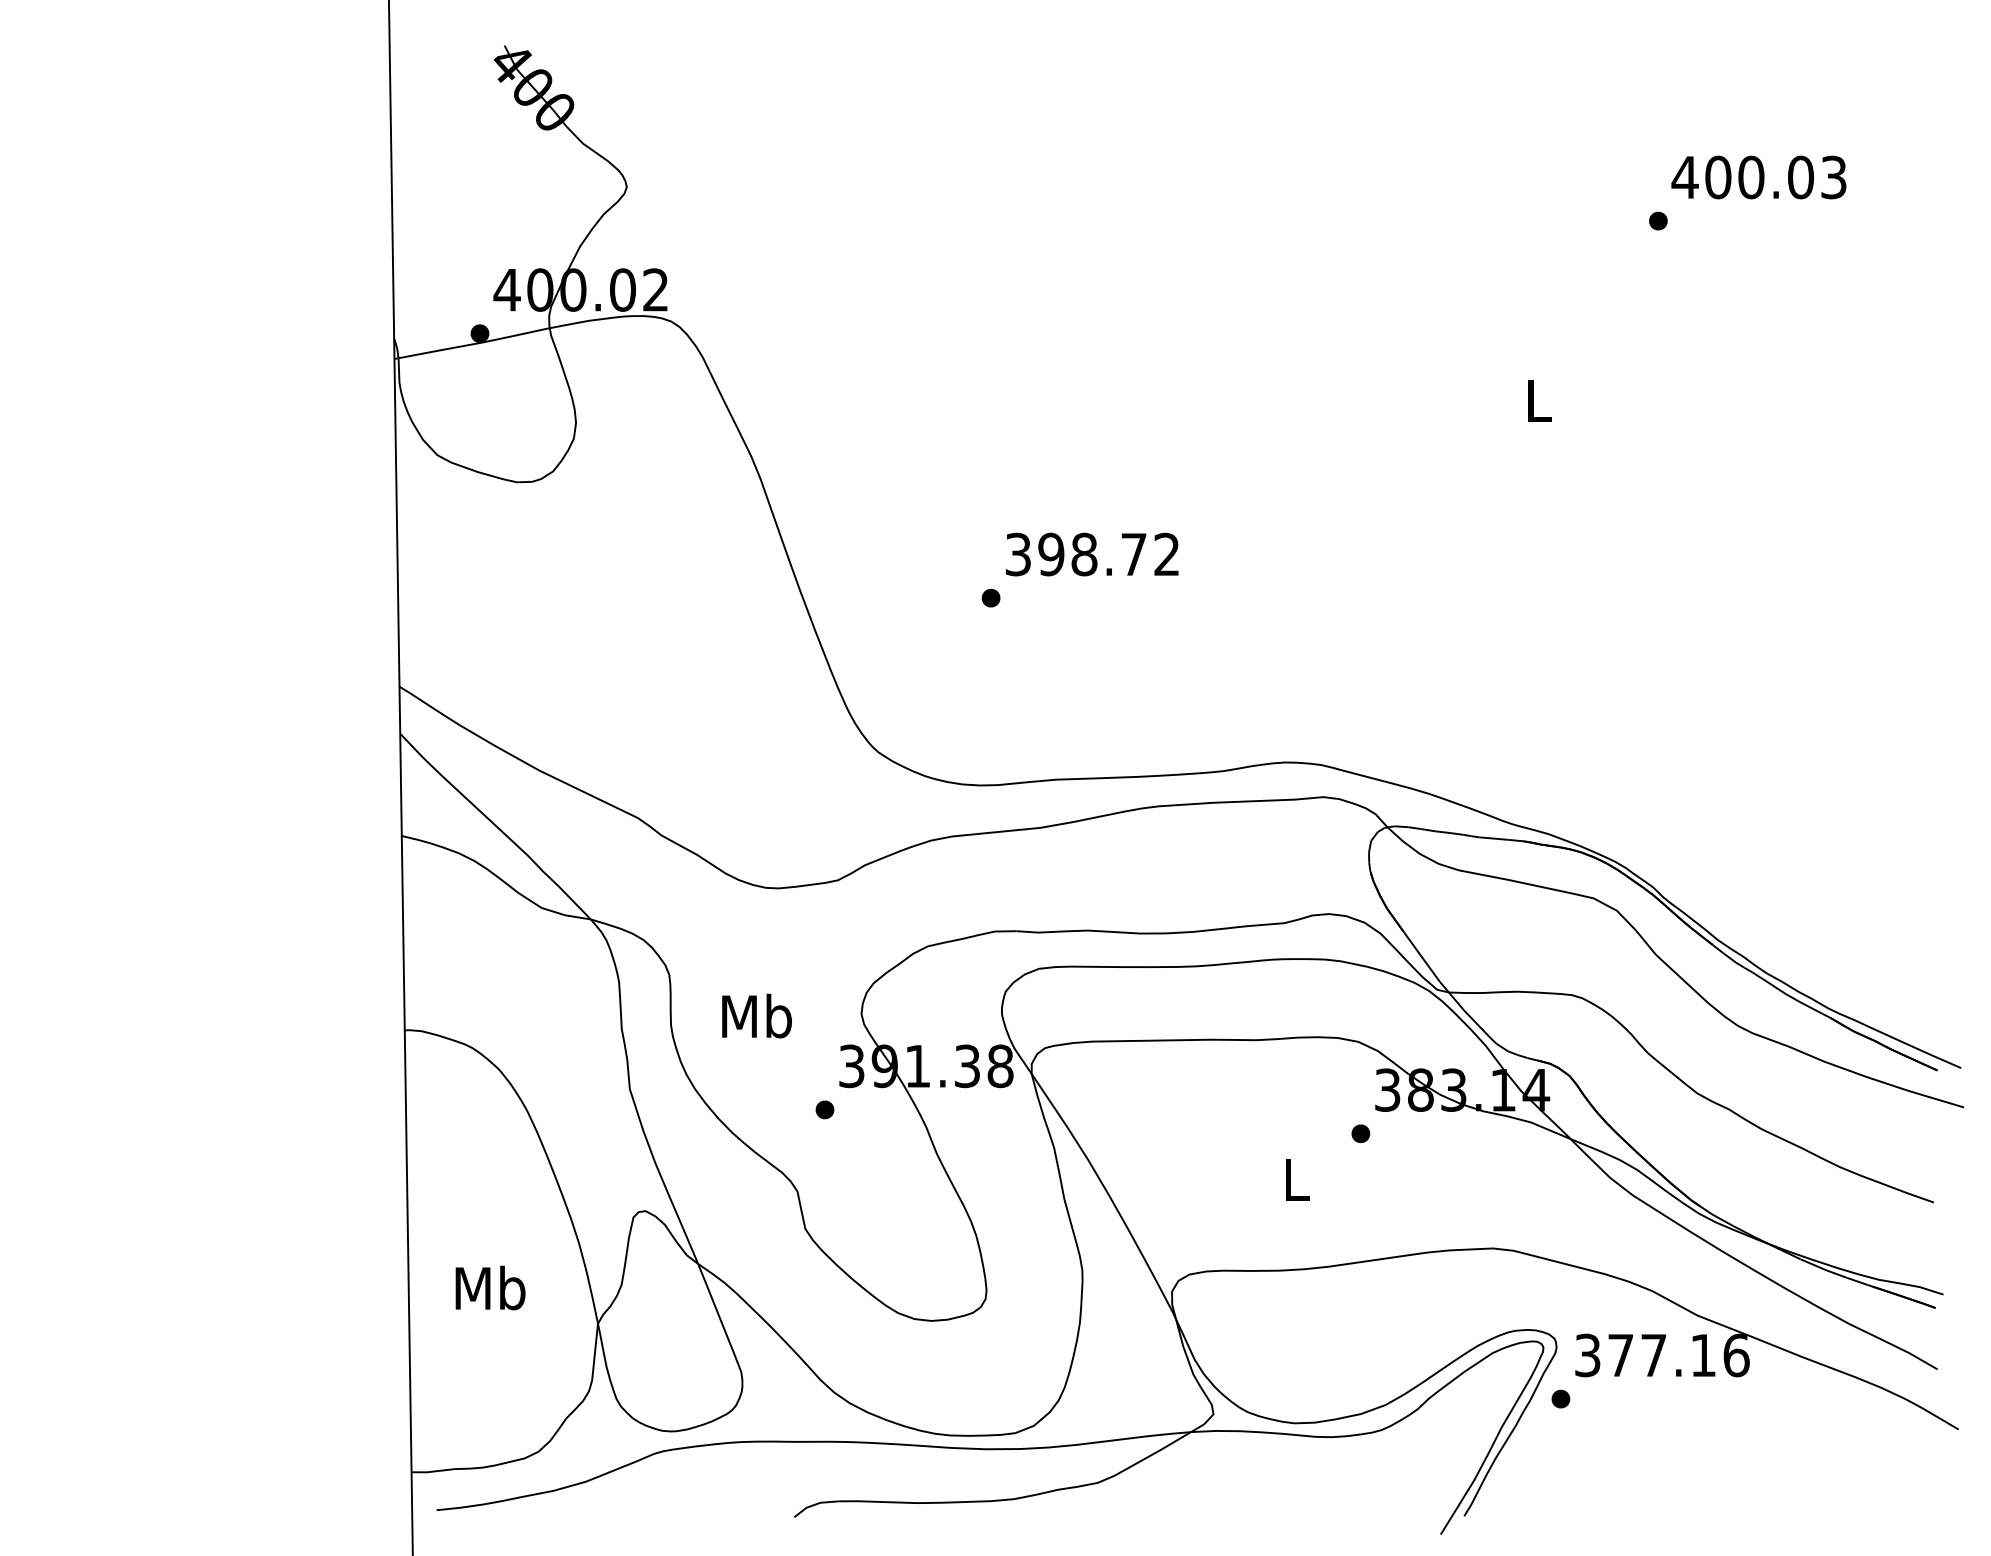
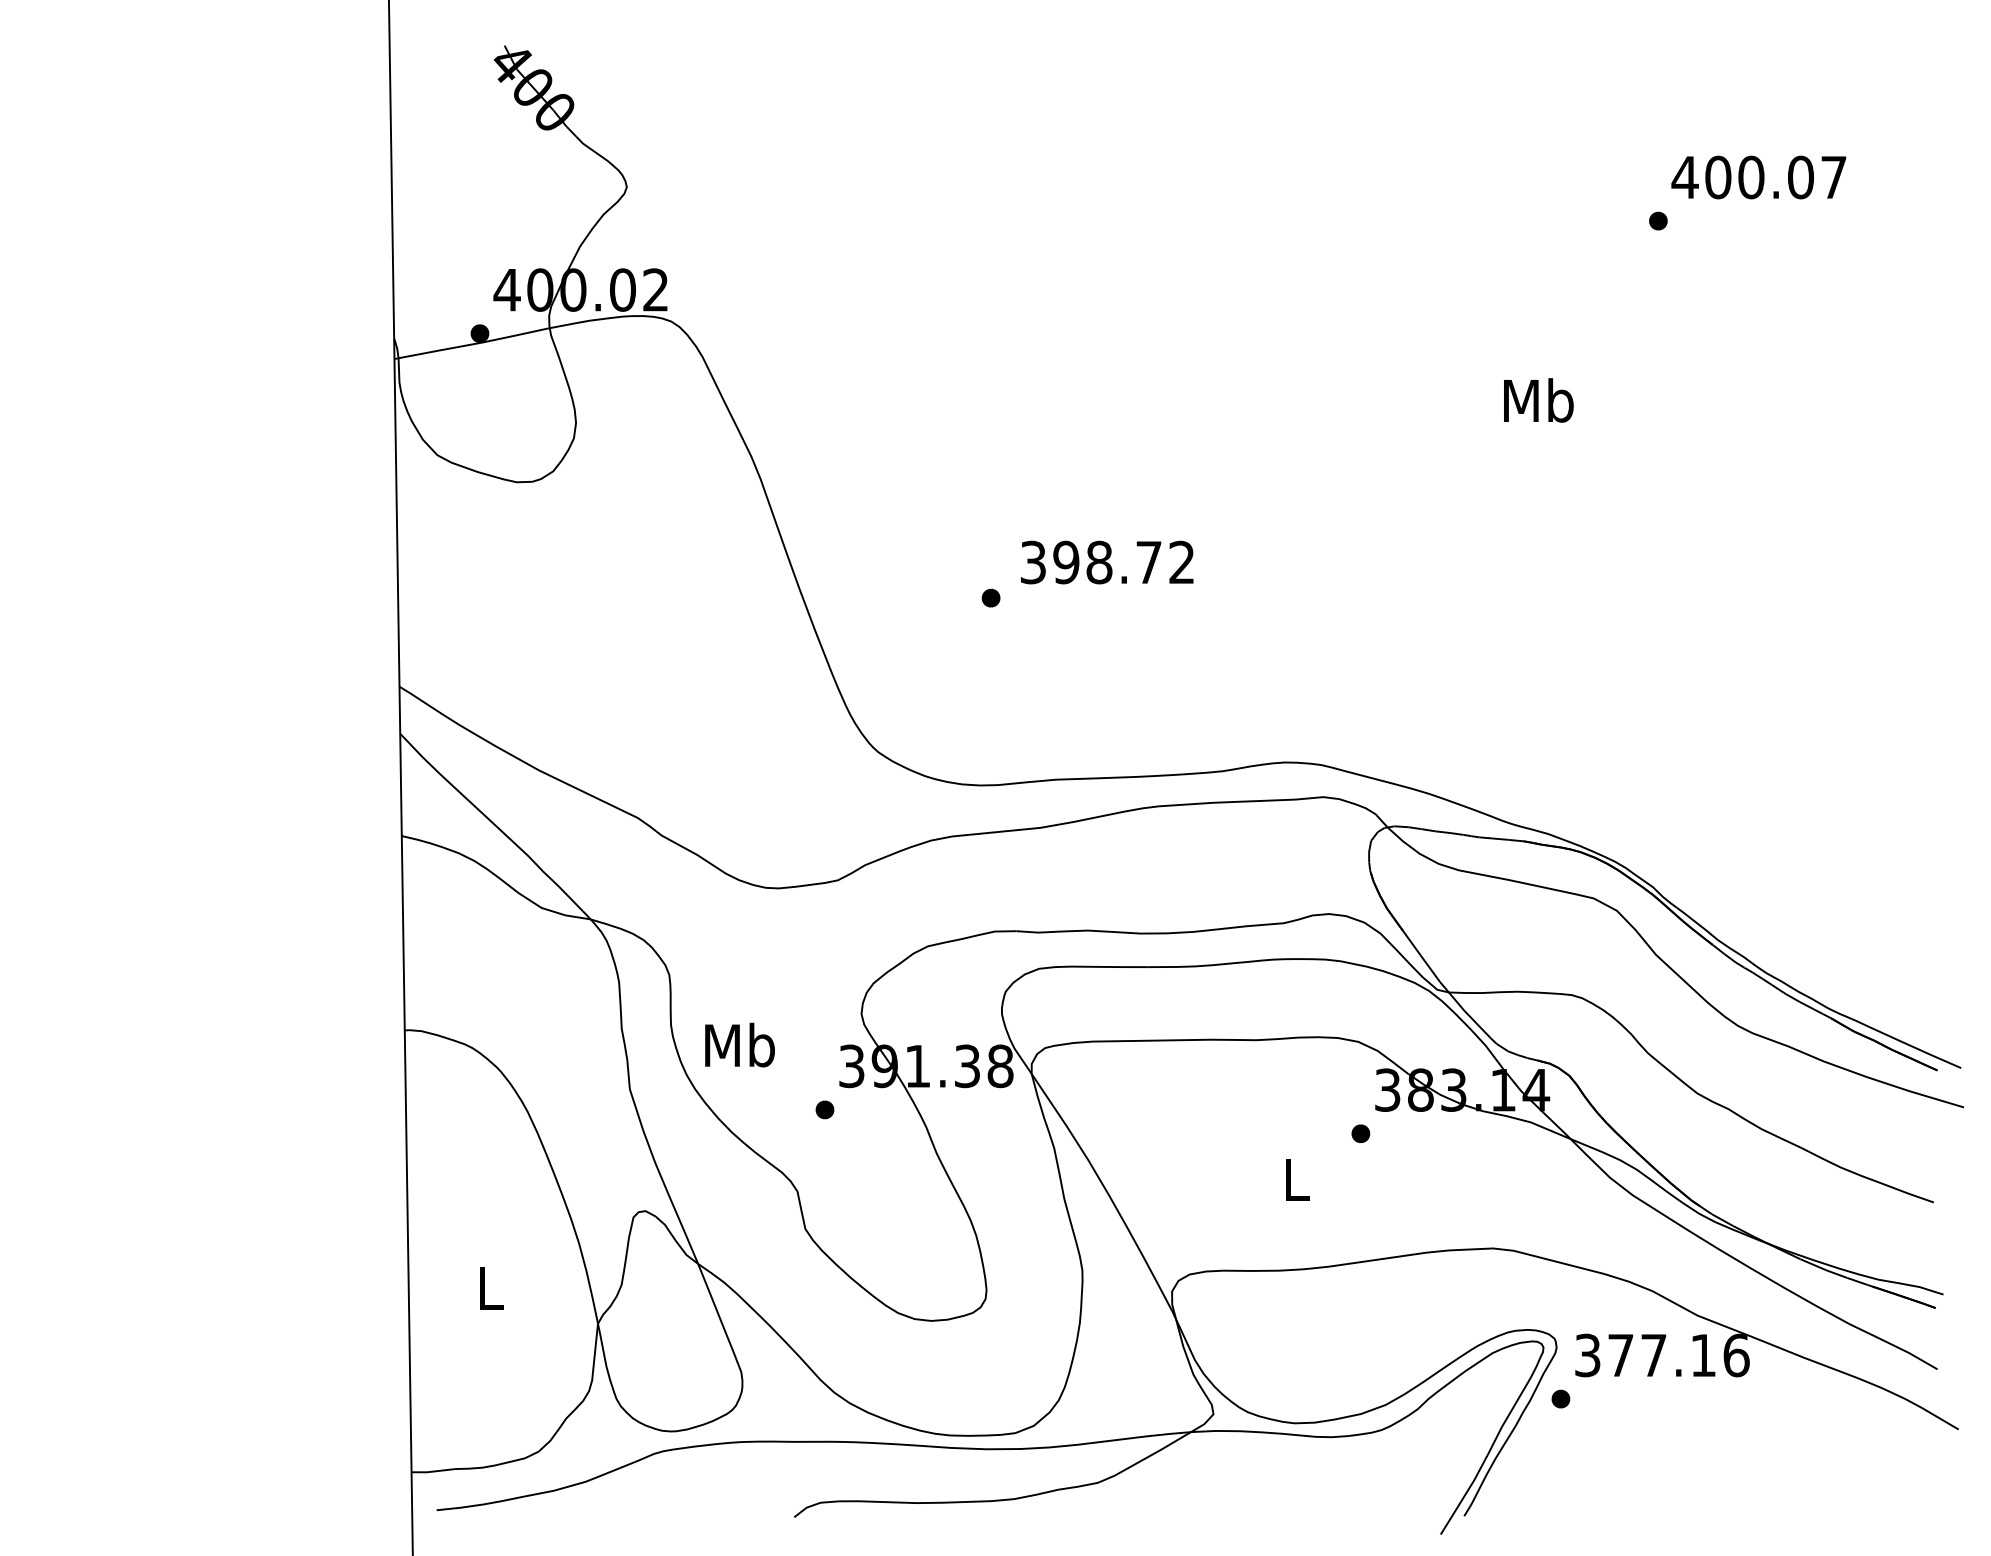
text at (1833, 177): 400.03 -> 400.07
text at (1538, 400): L -> Mb
text at (1092, 554) position: (1092, 554) -> (1107, 562)
text at (756, 1015) position: (756, 1015) -> (739, 1044)
text at (490, 1287): Mb -> L
